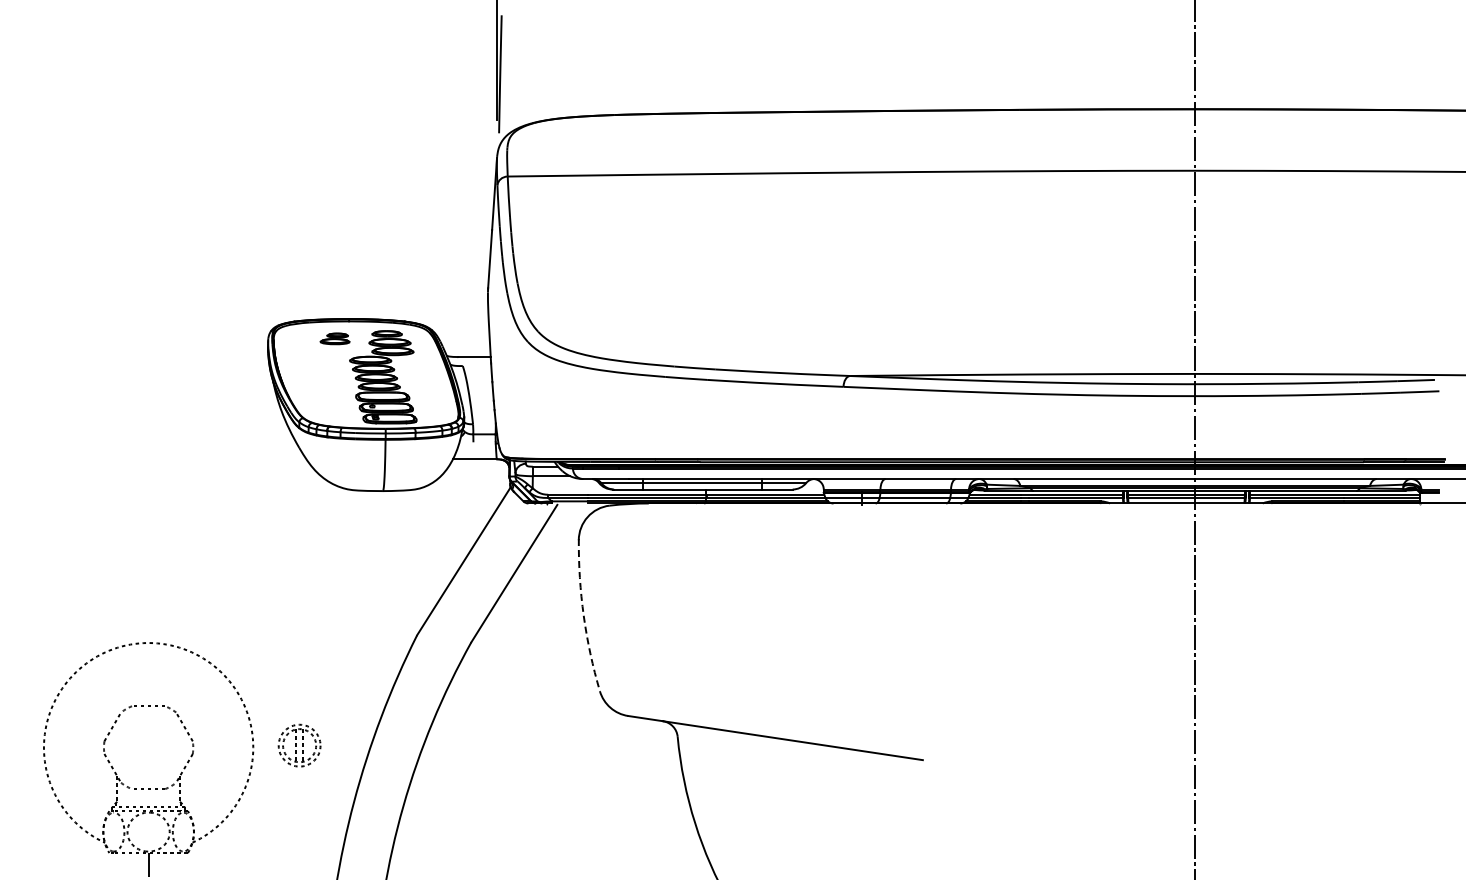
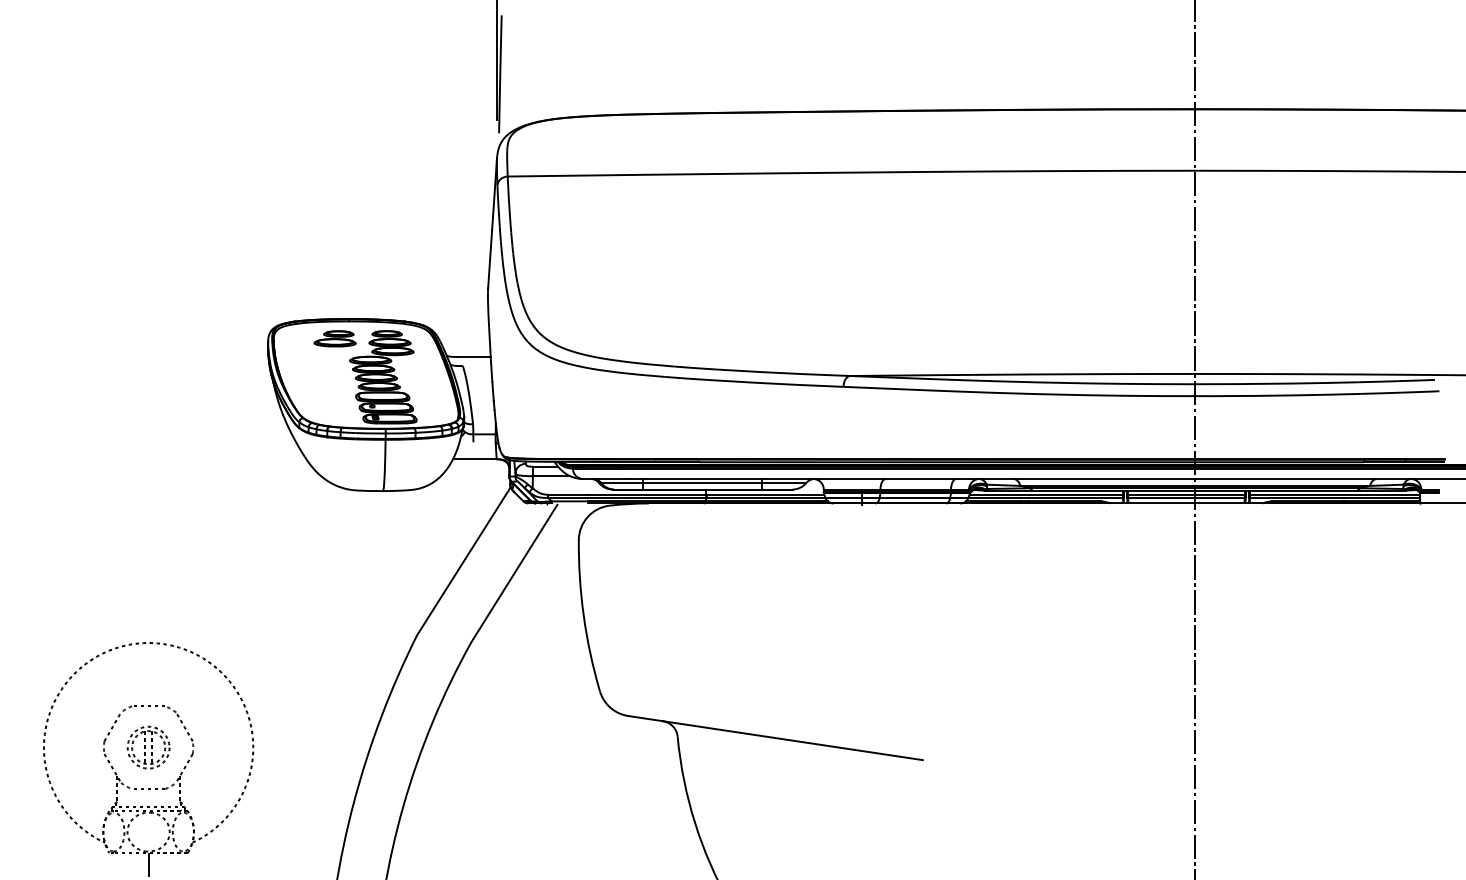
part at (334, 338) size: 32x14 px -> 44x18 px
arc at (583, 615): dashed -> solid
part at (299, 745) position: (299, 745) -> (148, 747)
